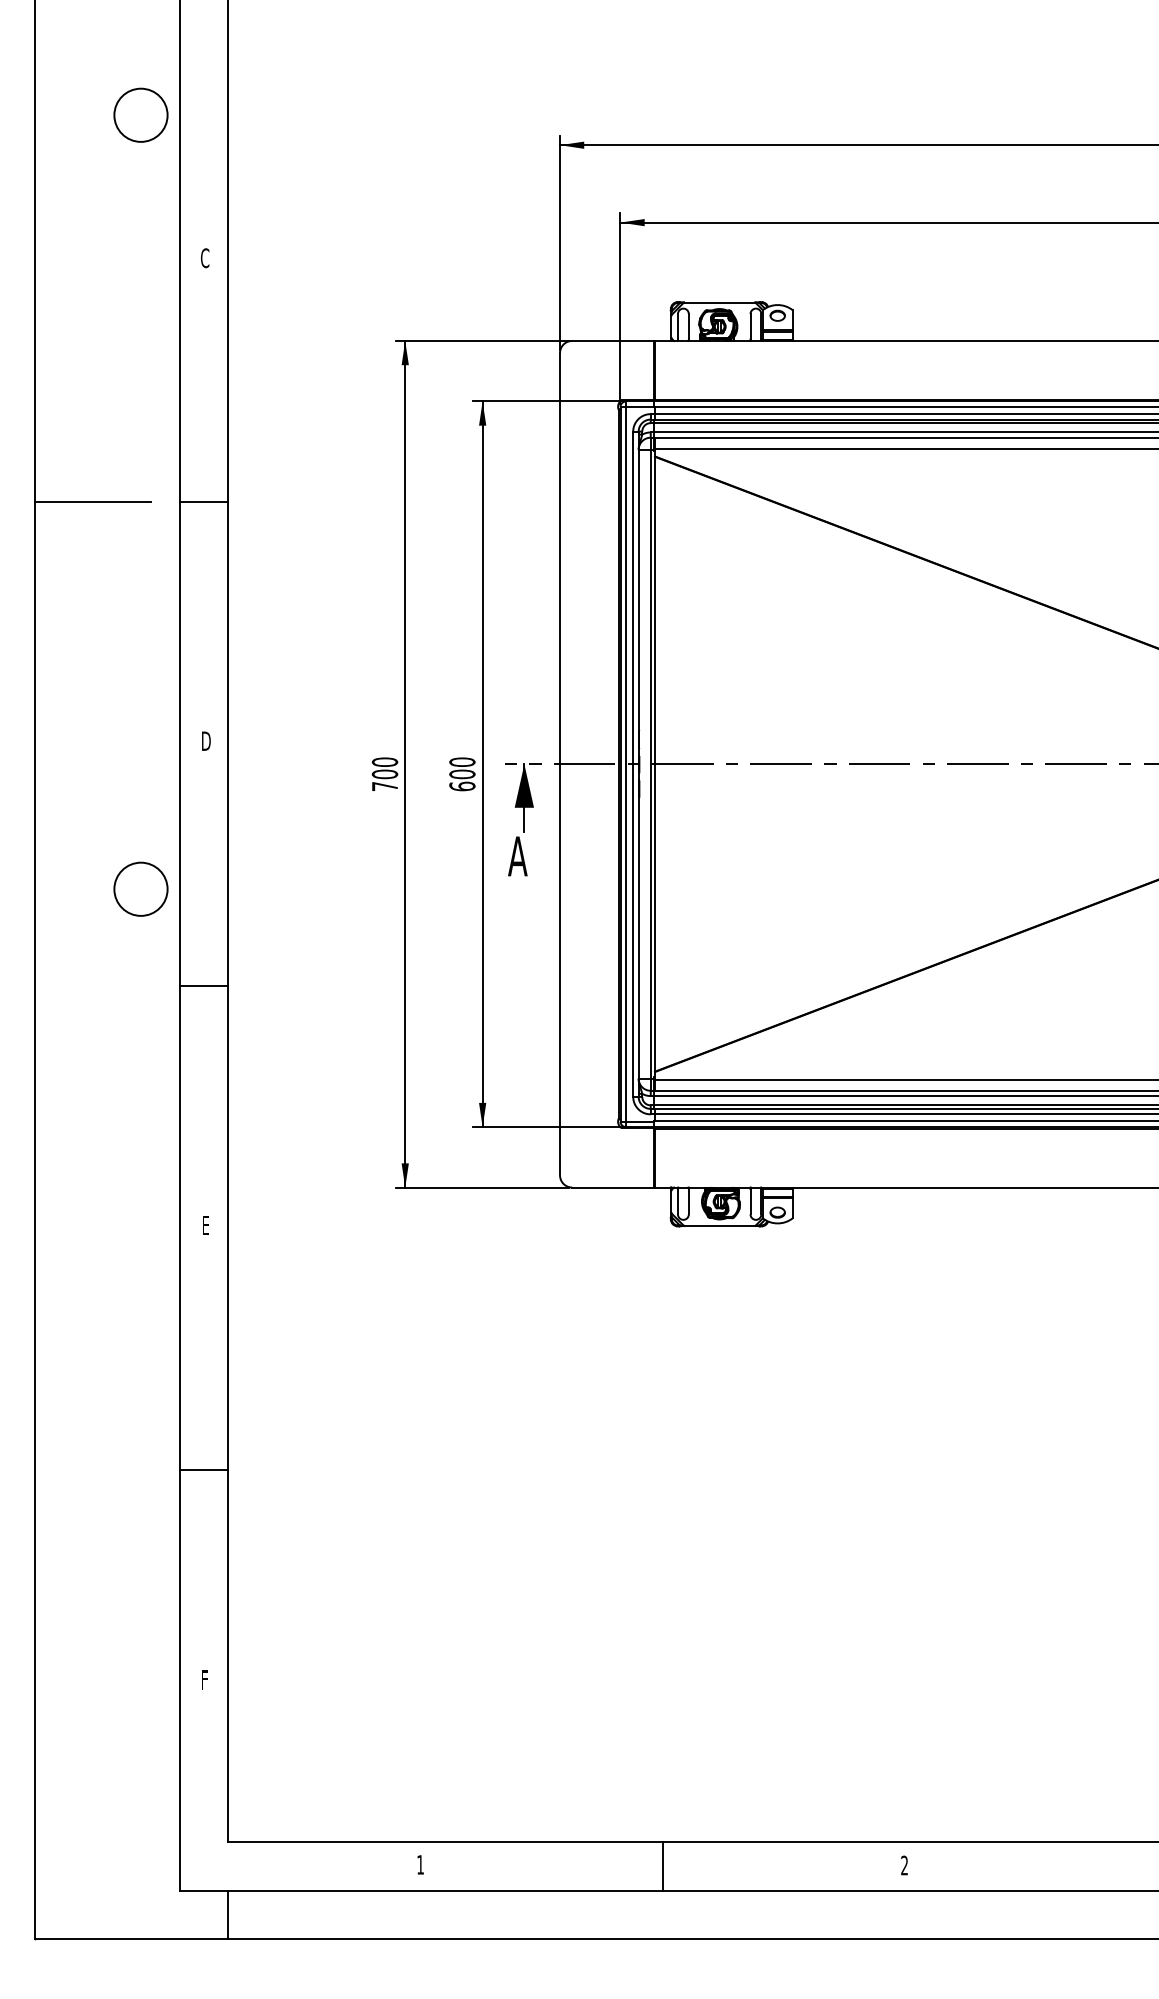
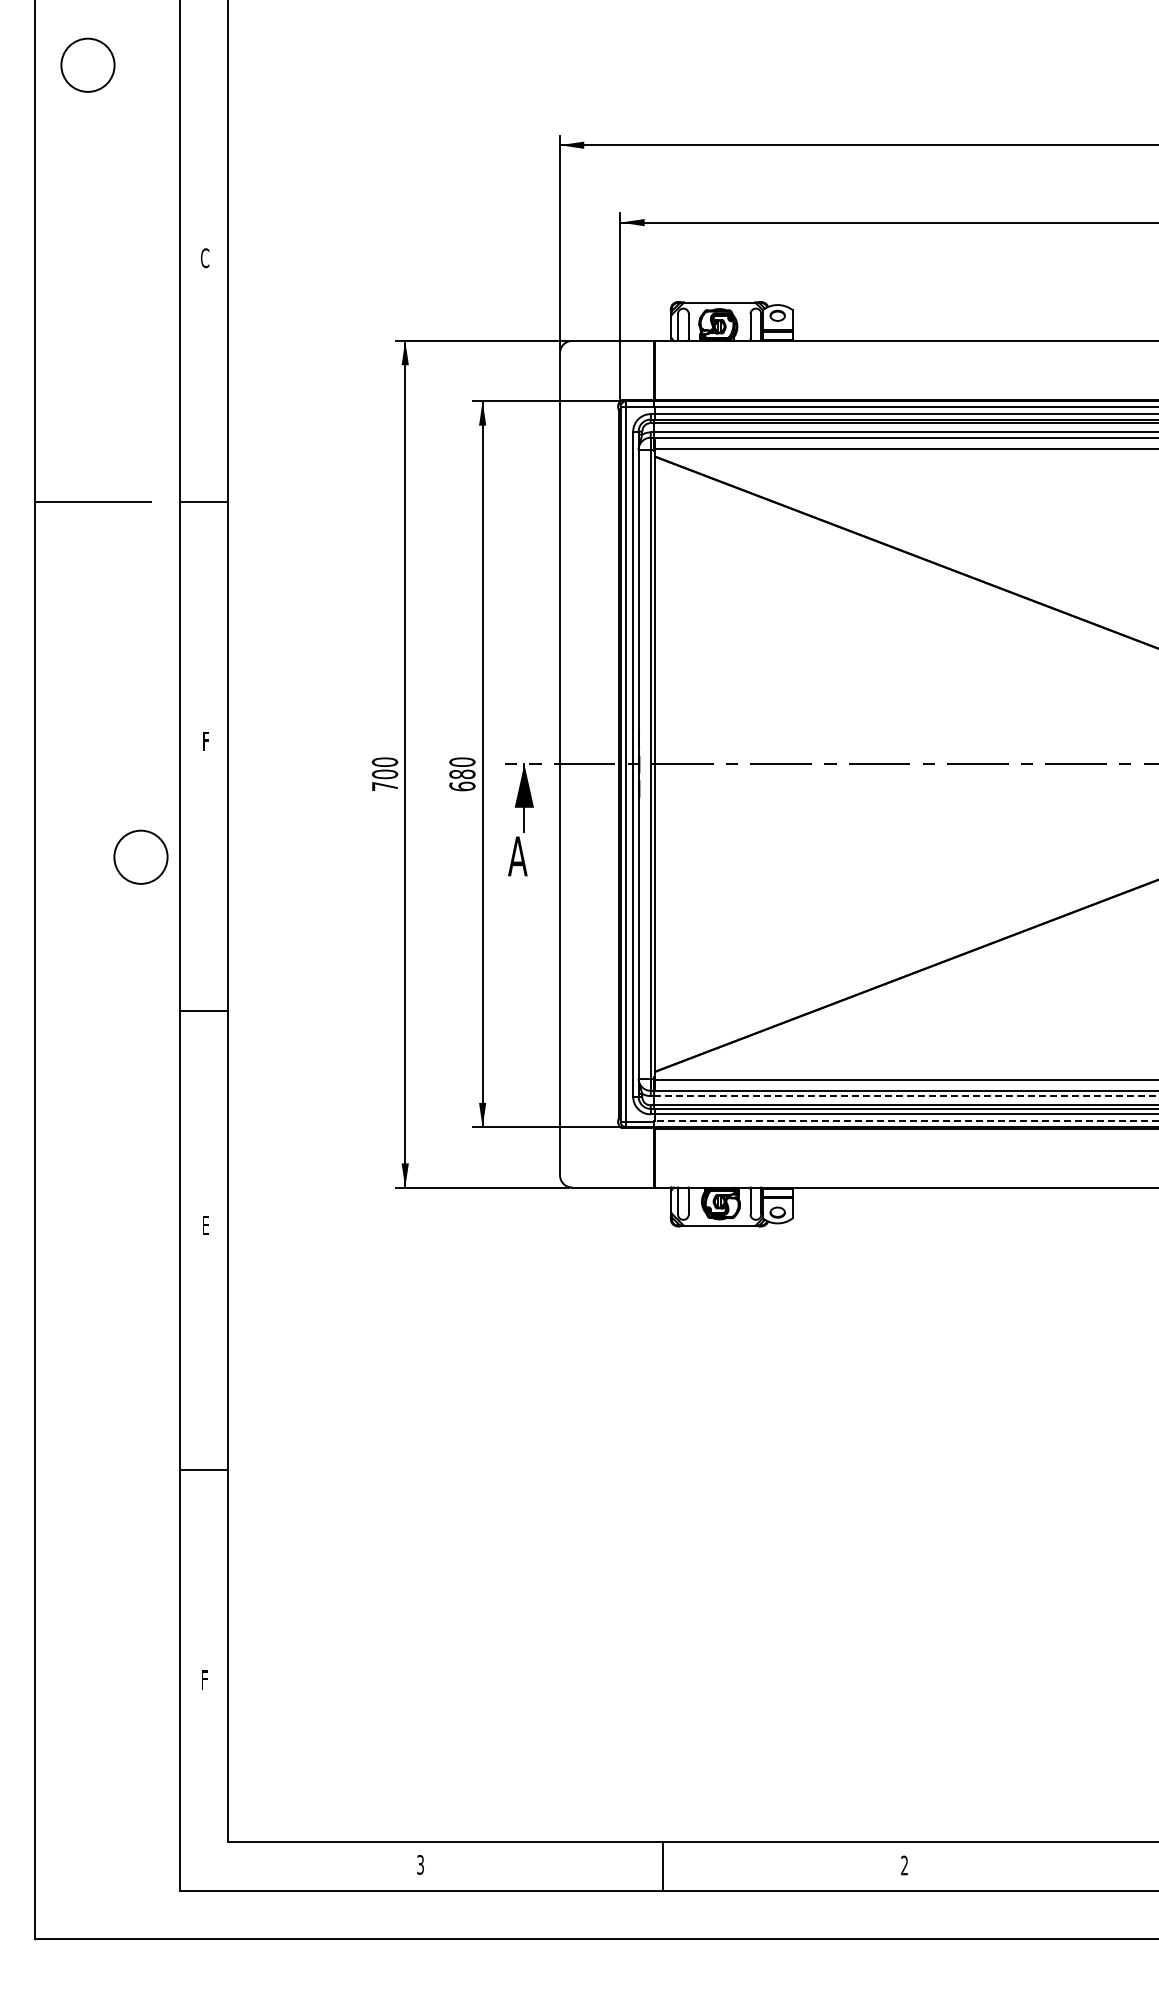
circle at (140, 114) position: (140, 114) -> (87, 64)
text at (206, 740): D -> F
text at (462, 774): 600 -> 680
circle at (140, 888) position: (140, 888) -> (140, 856)
line at (203, 986) position: (203, 986) -> (203, 1011)
line at (906, 1096): solid -> dashed
line at (905, 1121): solid -> dashed
text at (420, 1864): 1 -> 3
line at (228, 1914): present -> none
